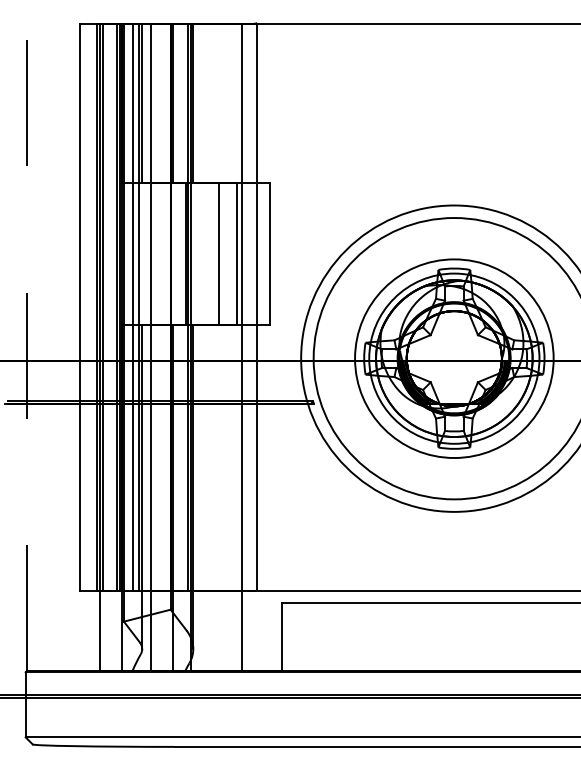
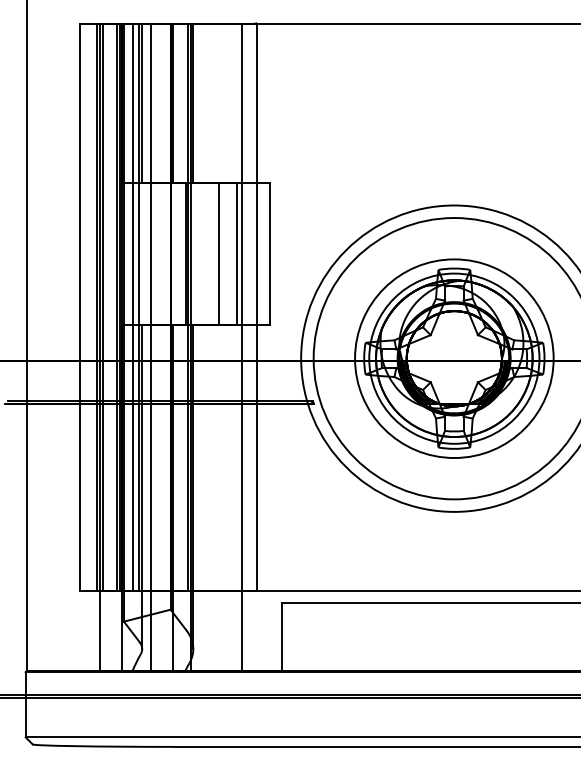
line at (27, 335): dashed -> solid
